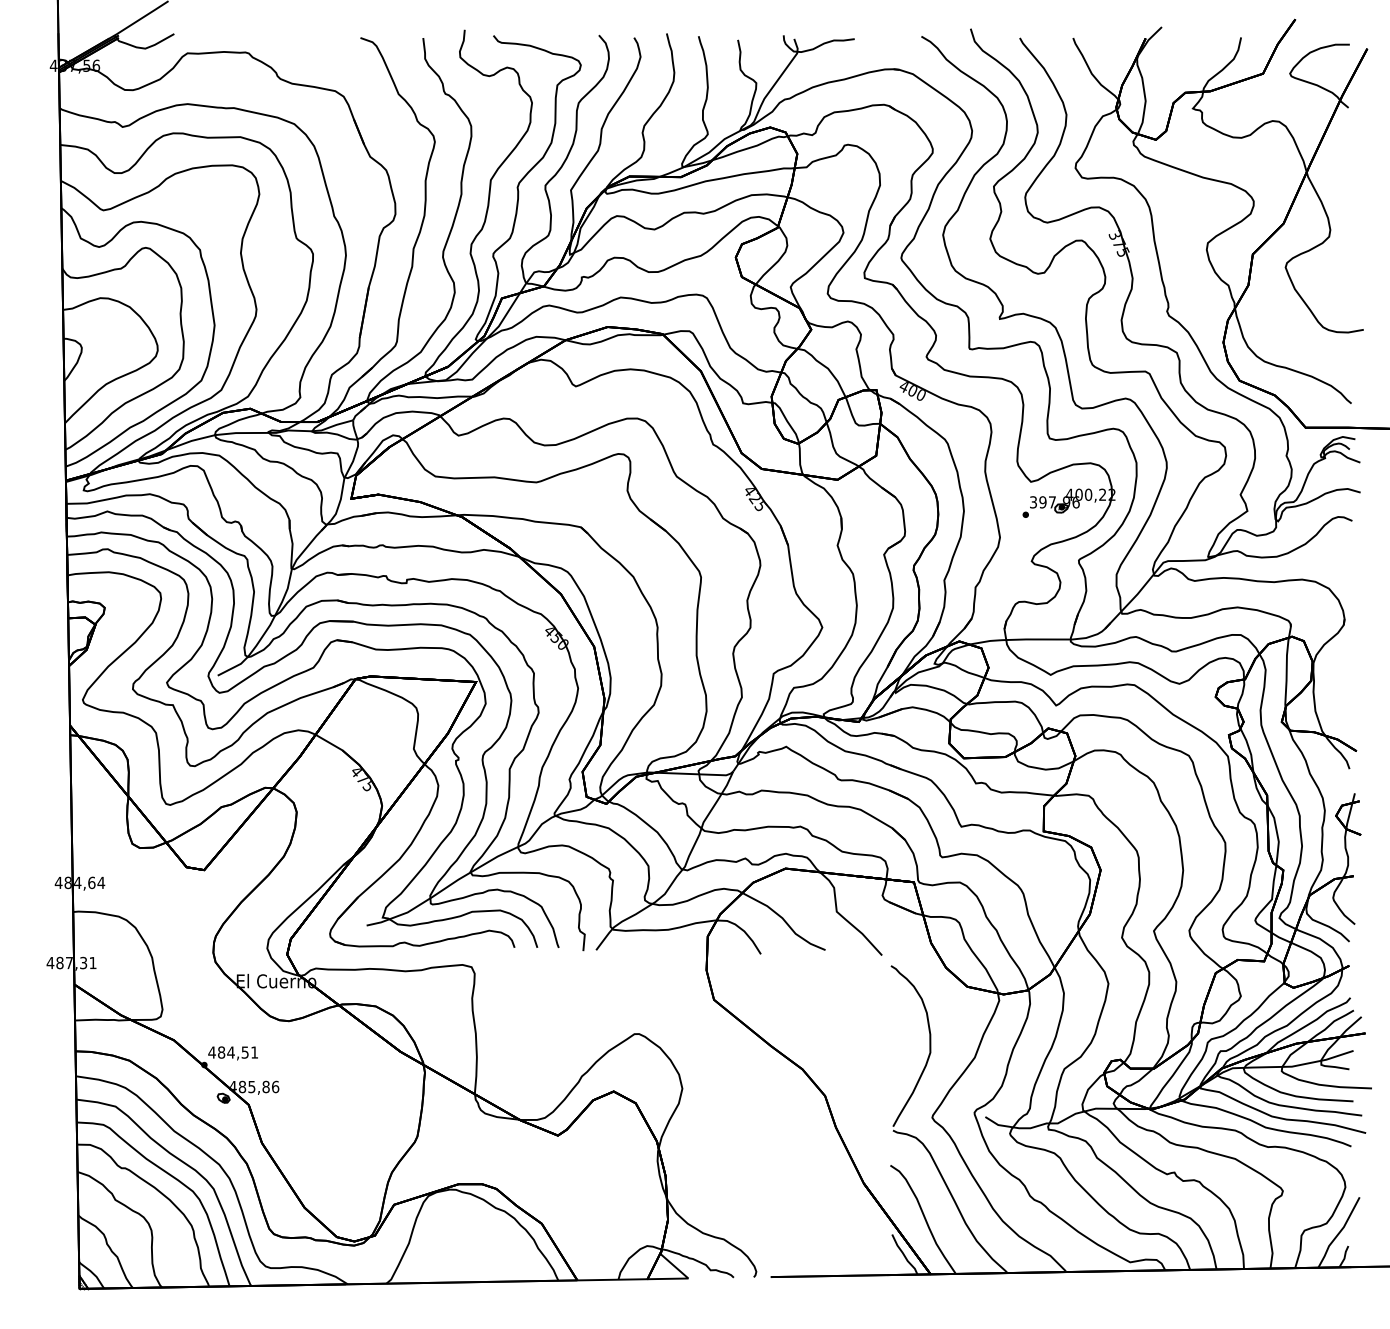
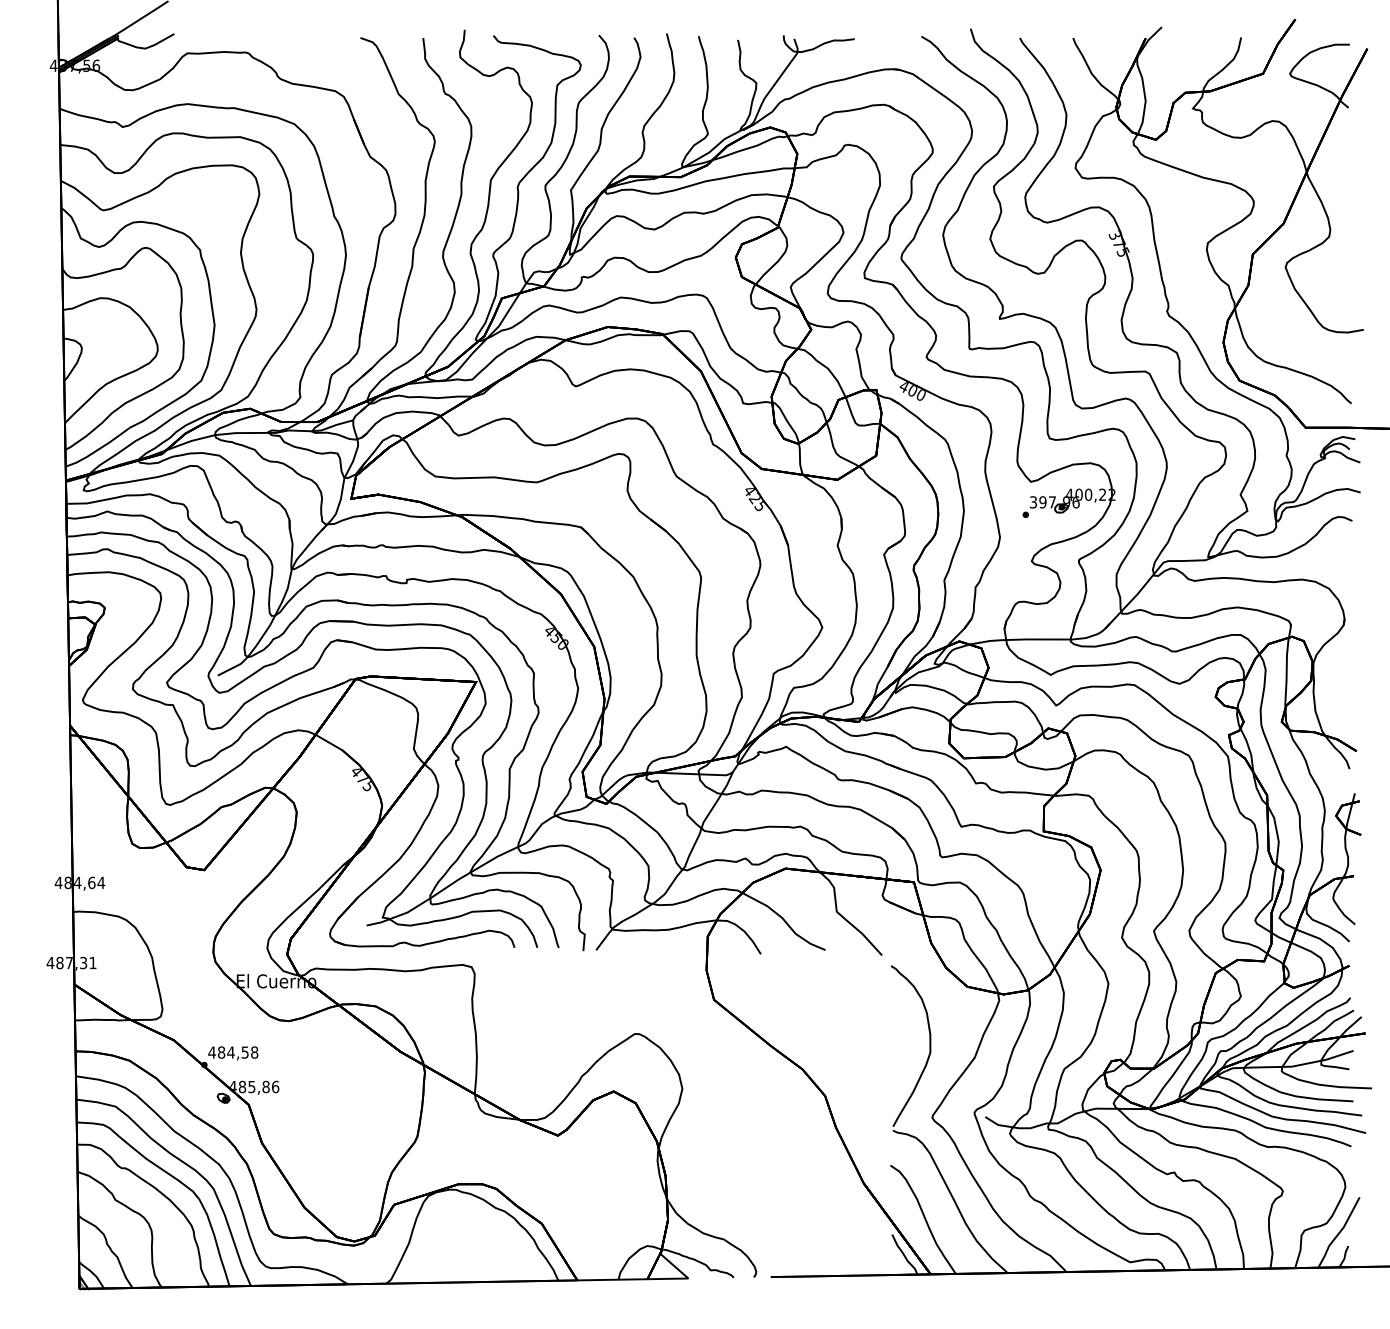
text at (254, 1052): 484,51 -> 484,58
